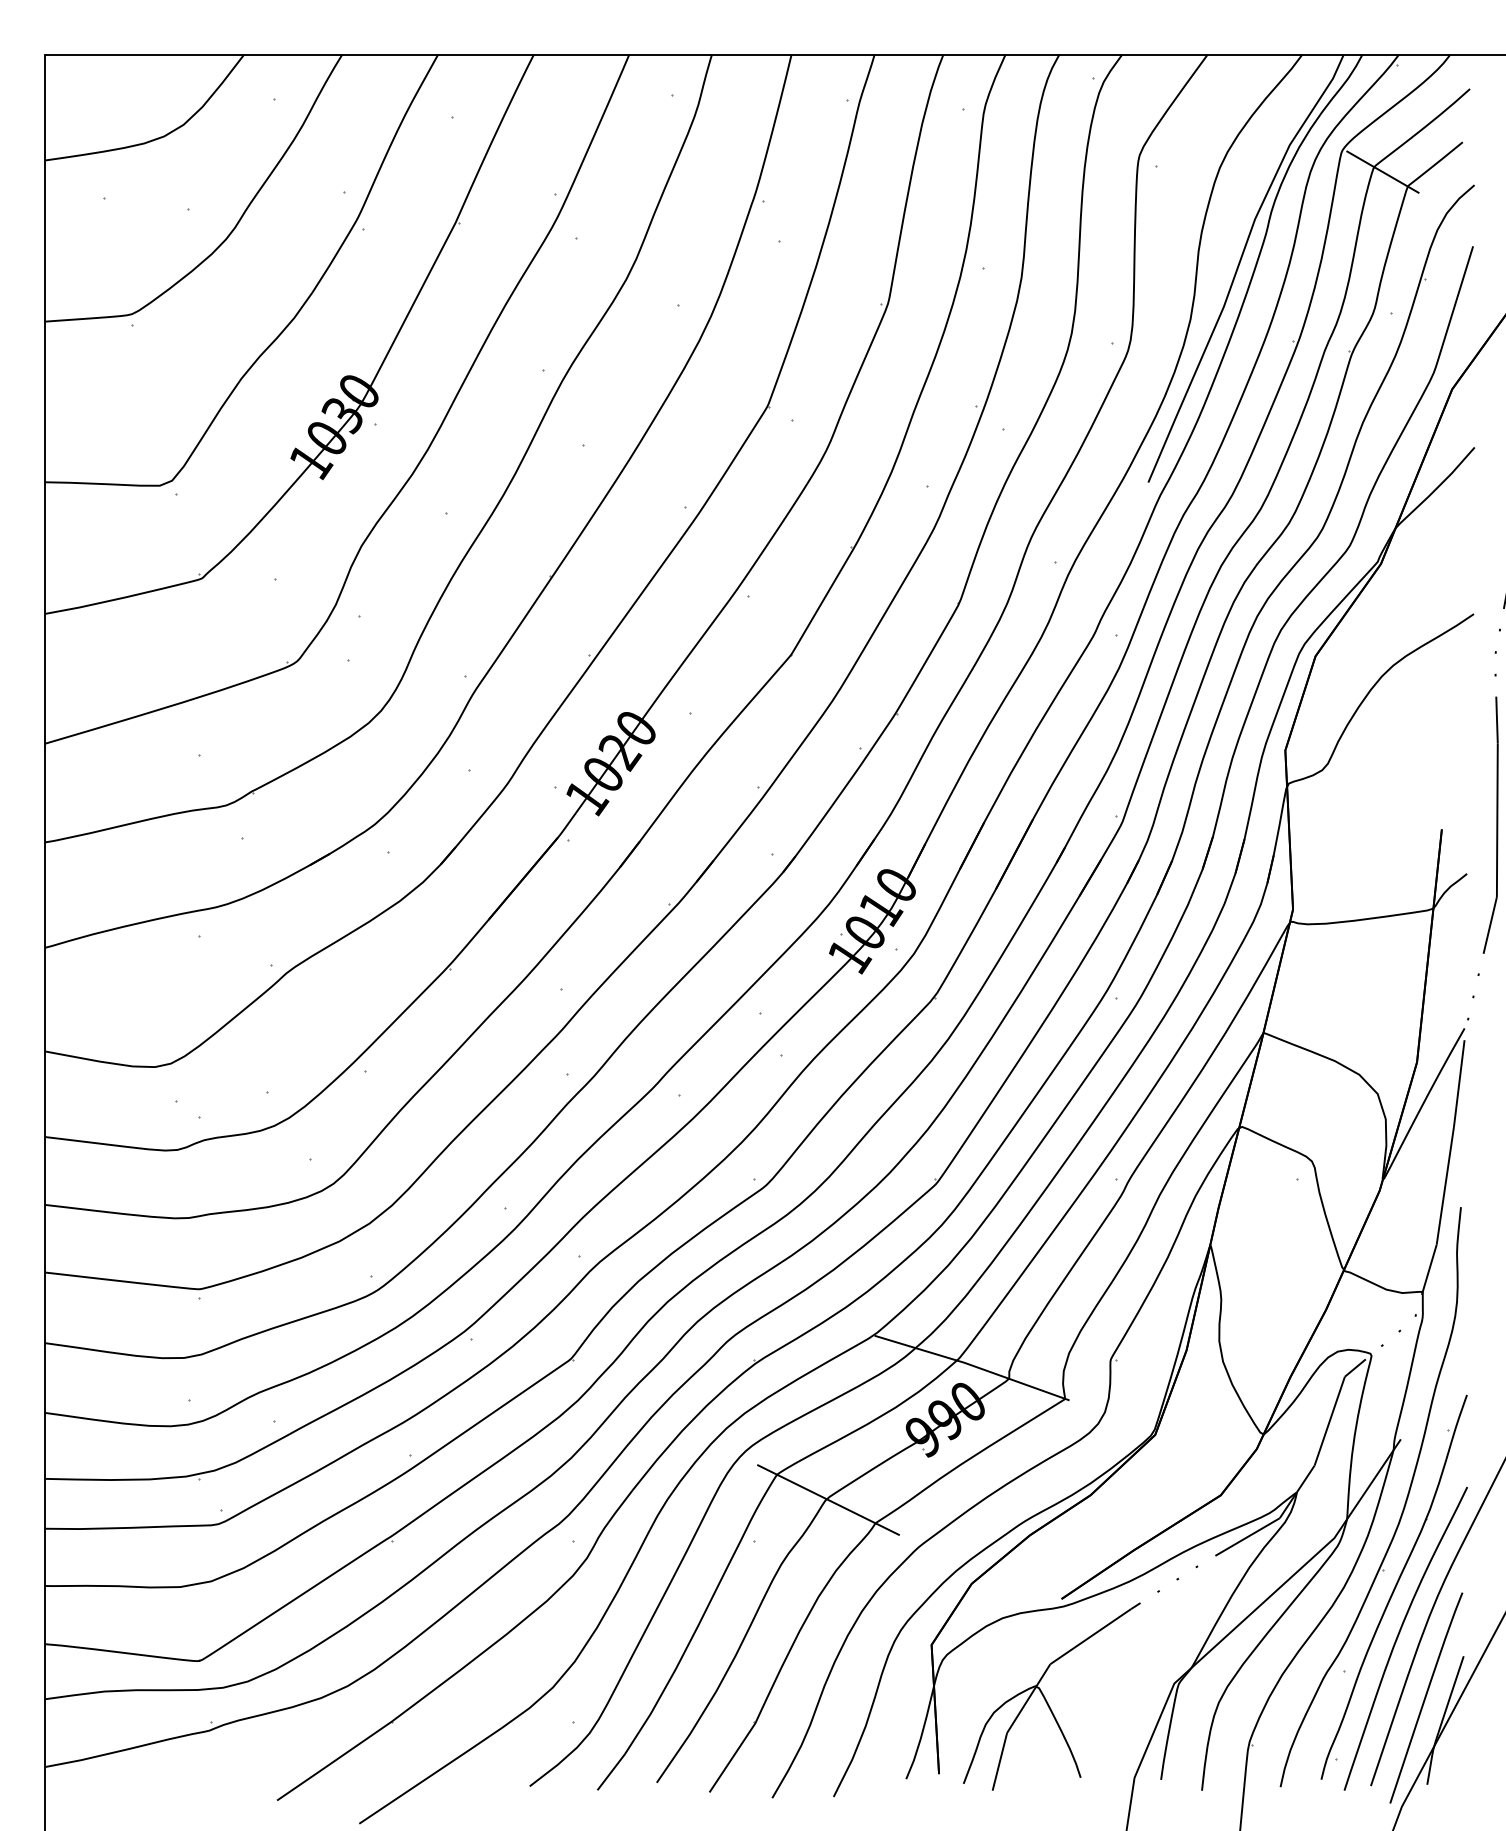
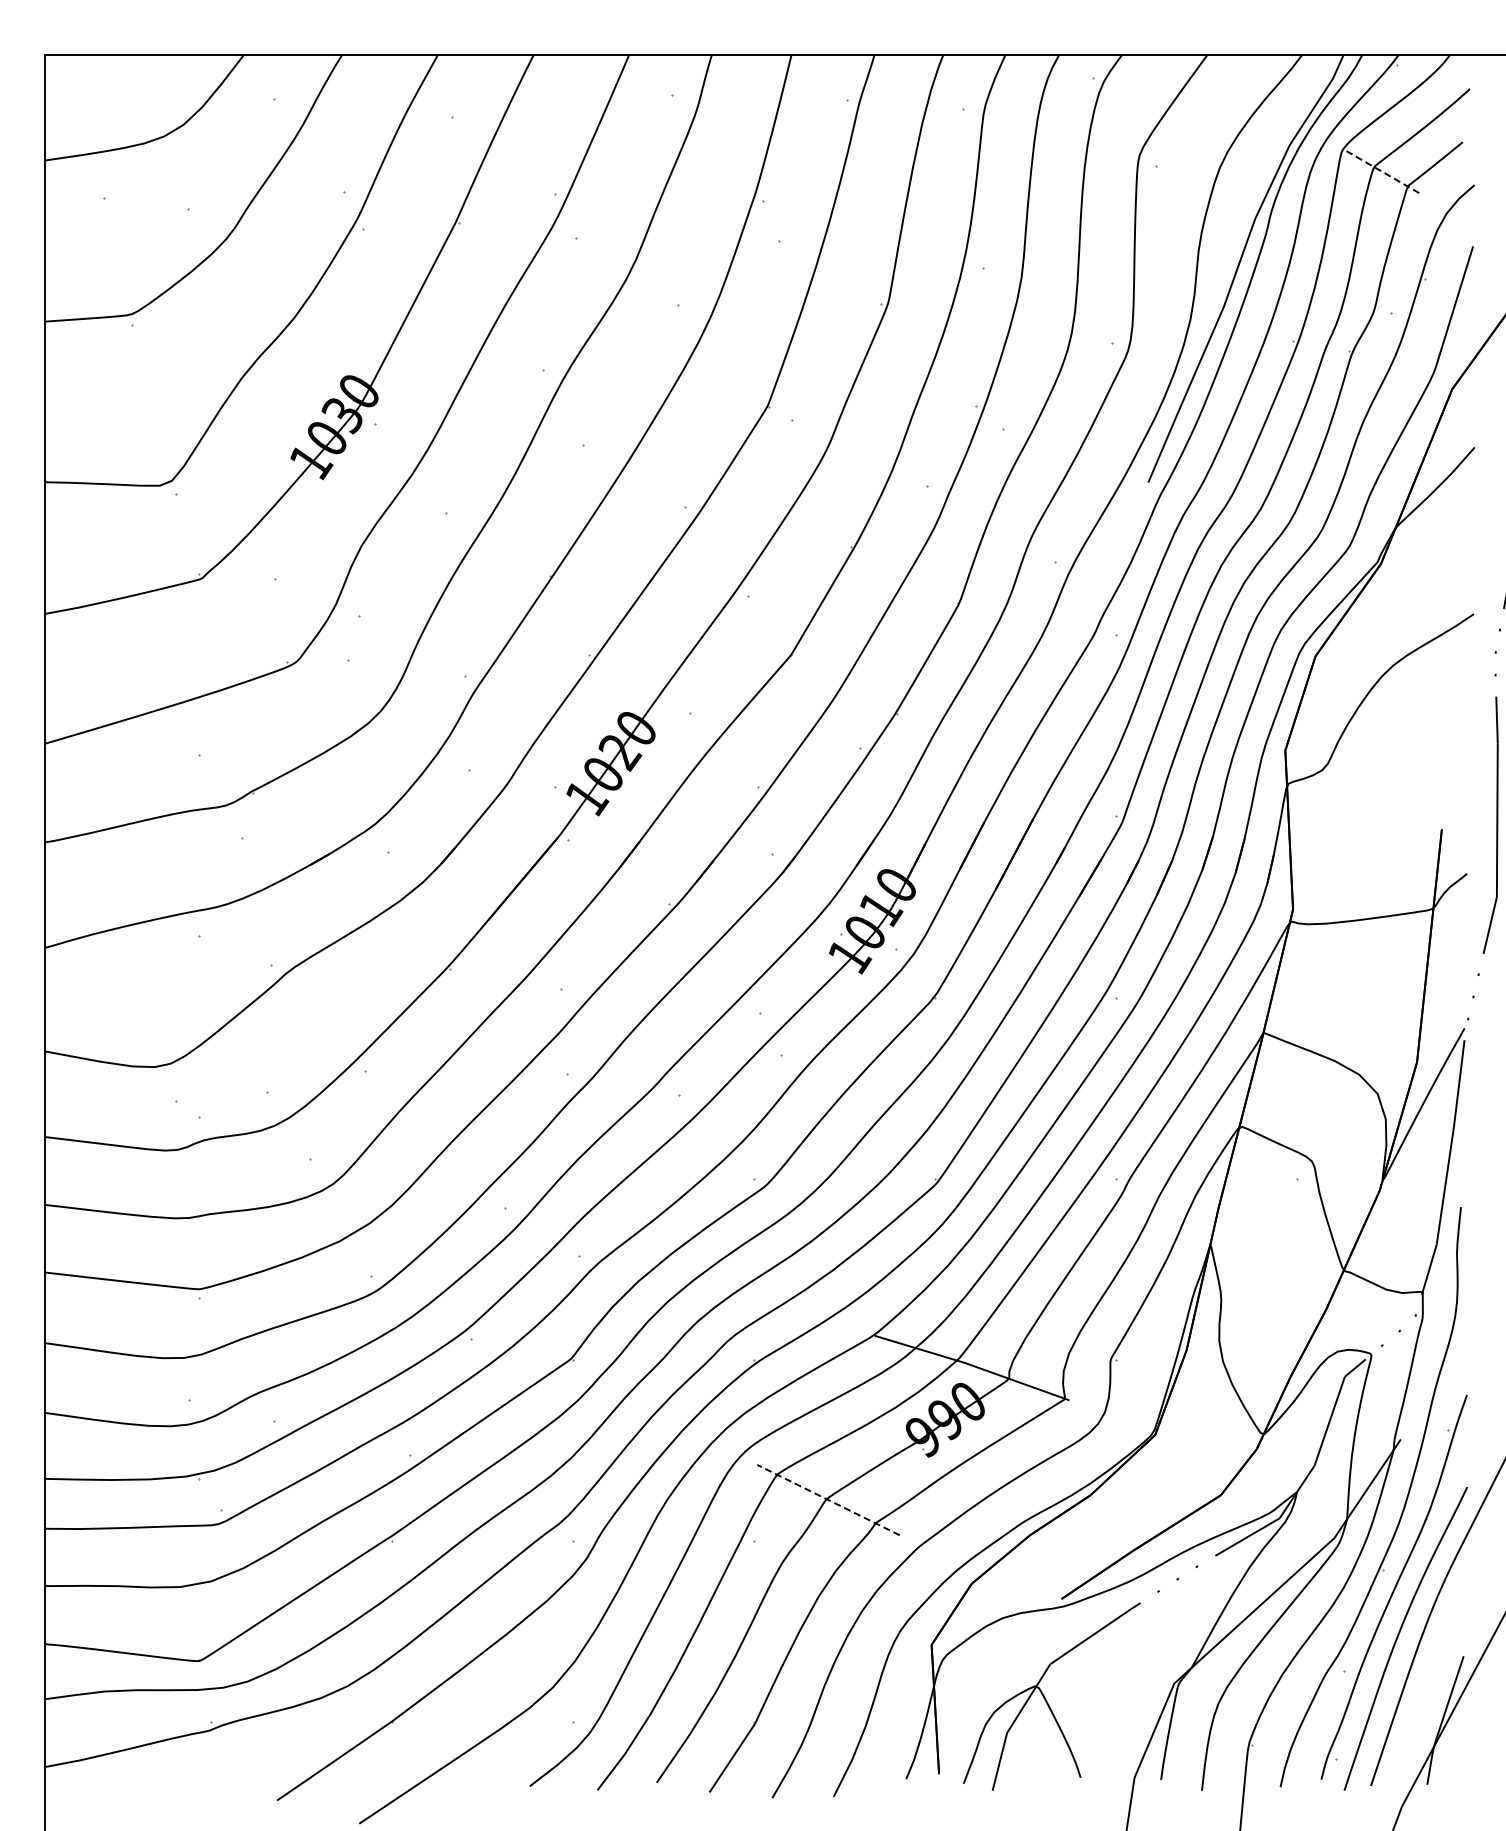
line at (1383, 172): solid -> dashed
line at (828, 1500): solid -> dashed
curve at (1426, 1697): present -> none
